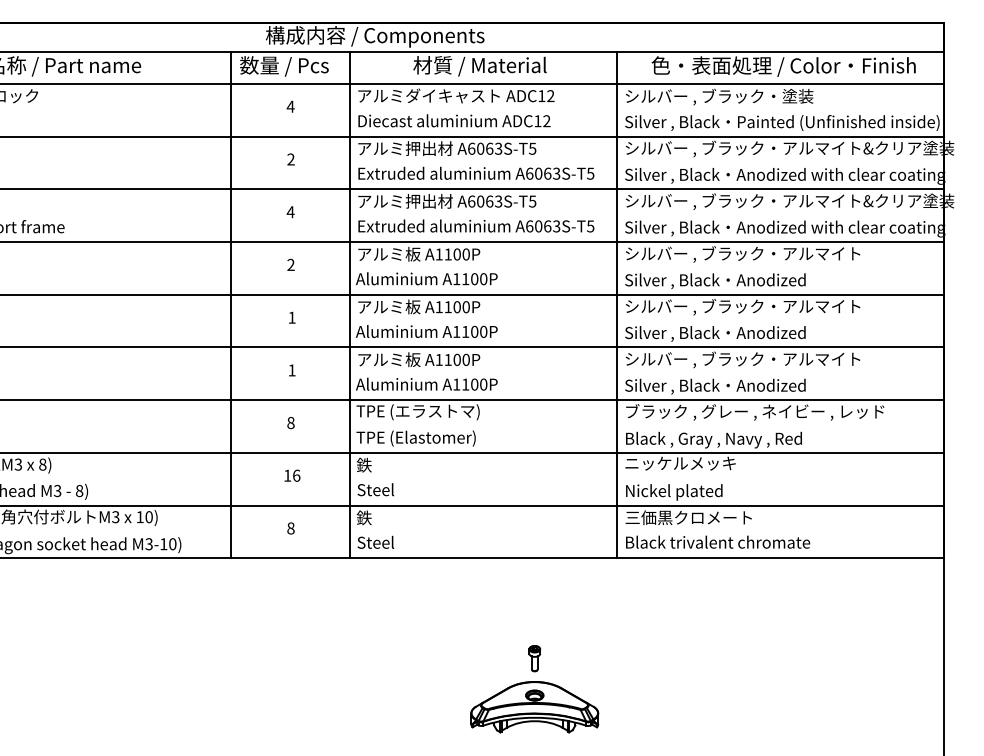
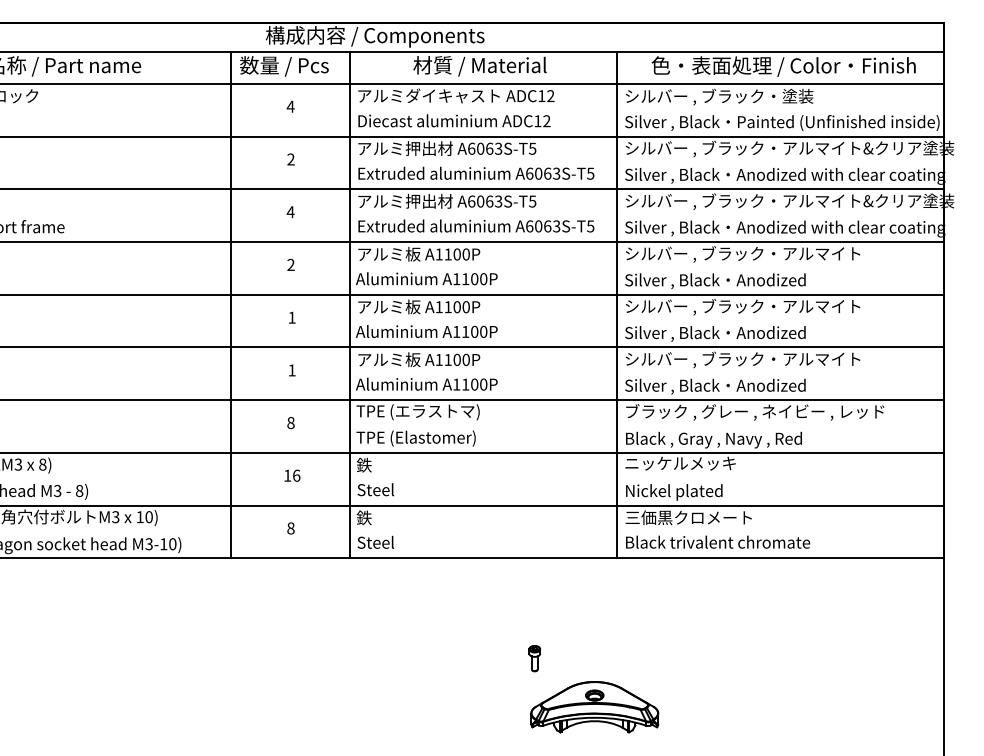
part at (534, 707) position: (534, 707) -> (594, 707)
